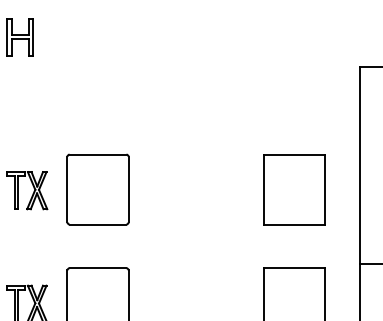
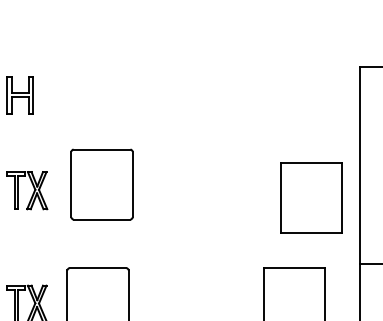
part at (19, 37) position: (19, 37) -> (19, 95)
part at (97, 189) position: (97, 189) -> (101, 184)
part at (294, 189) position: (294, 189) -> (311, 197)
